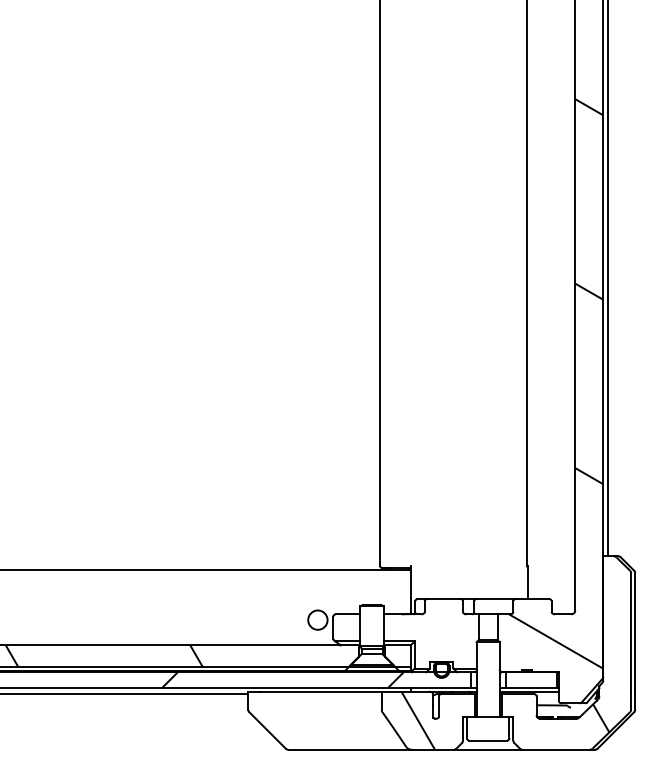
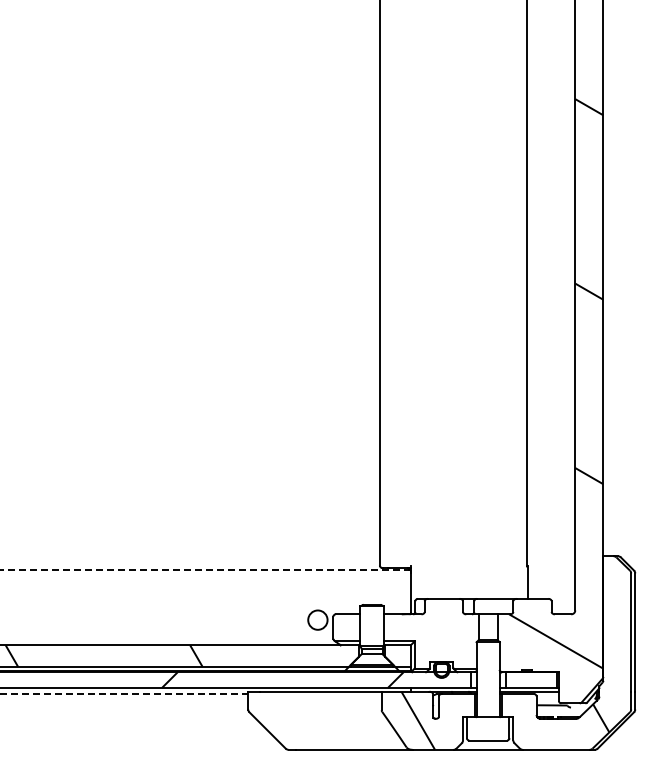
line at (608, 279): present -> none
line at (205, 570): solid -> dashed
line at (124, 694): solid -> dashed
